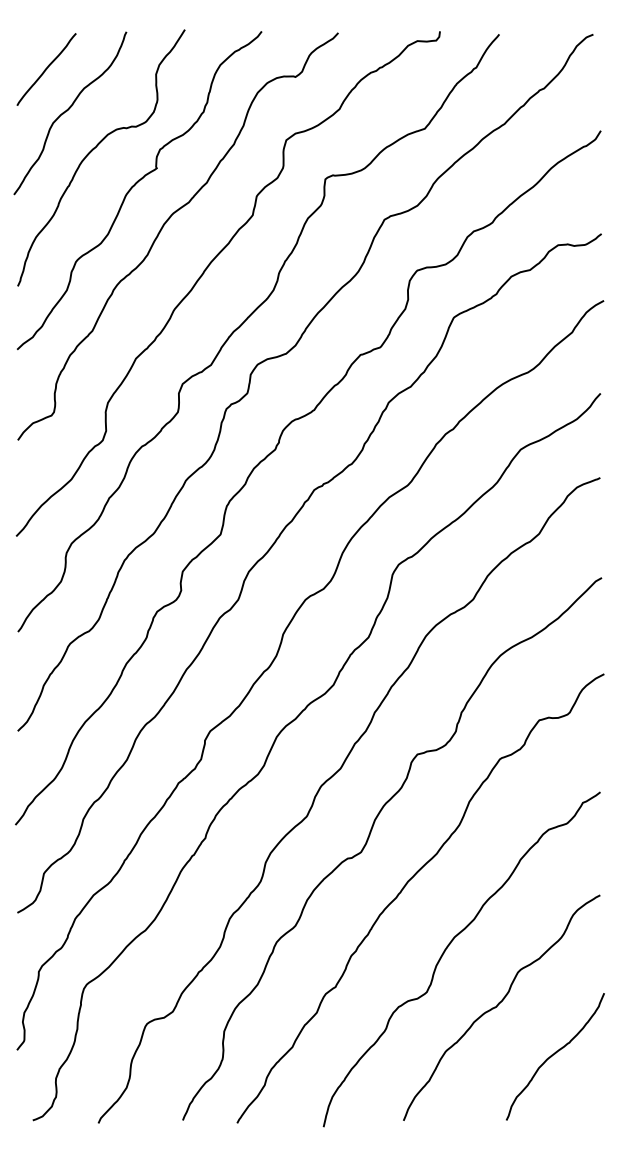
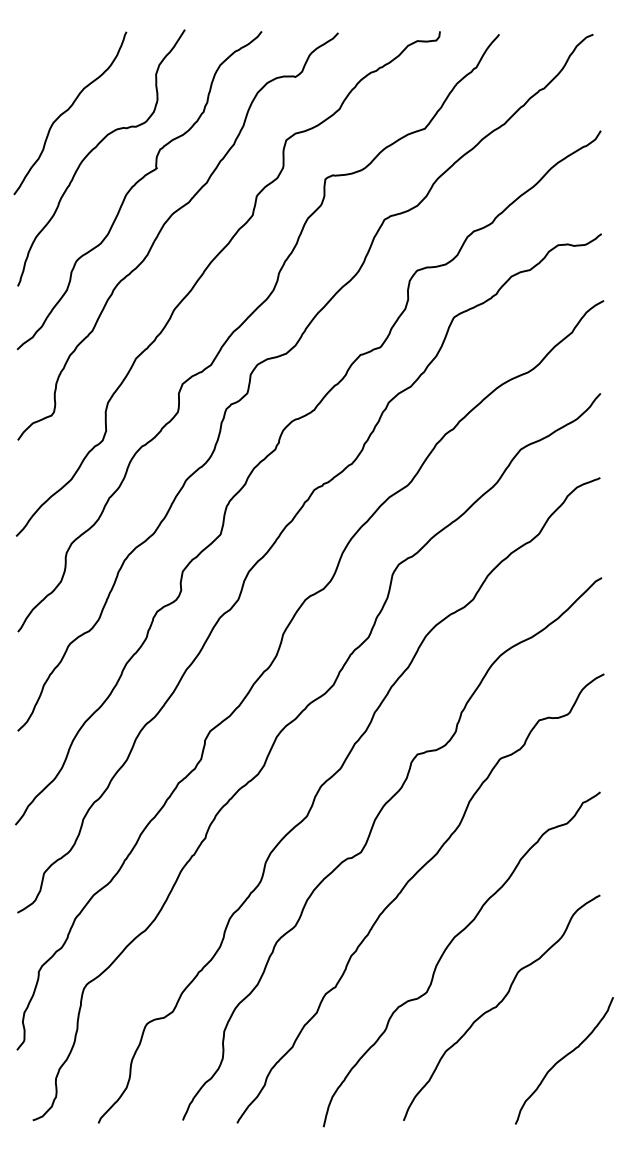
curve at (46, 69): present -> none
curve at (555, 1054) position: (555, 1054) -> (564, 1058)
